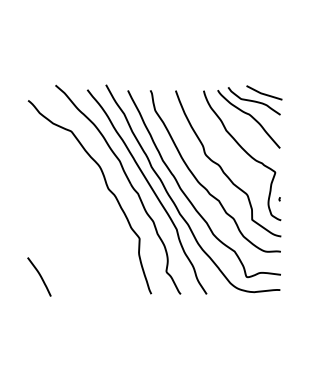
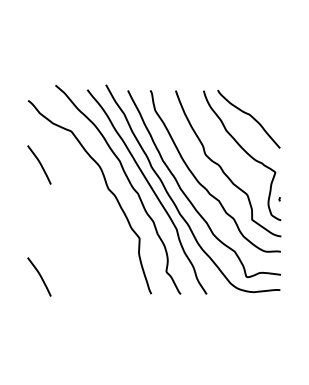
part at (254, 100): present -> none
curve at (39, 164): none -> present
